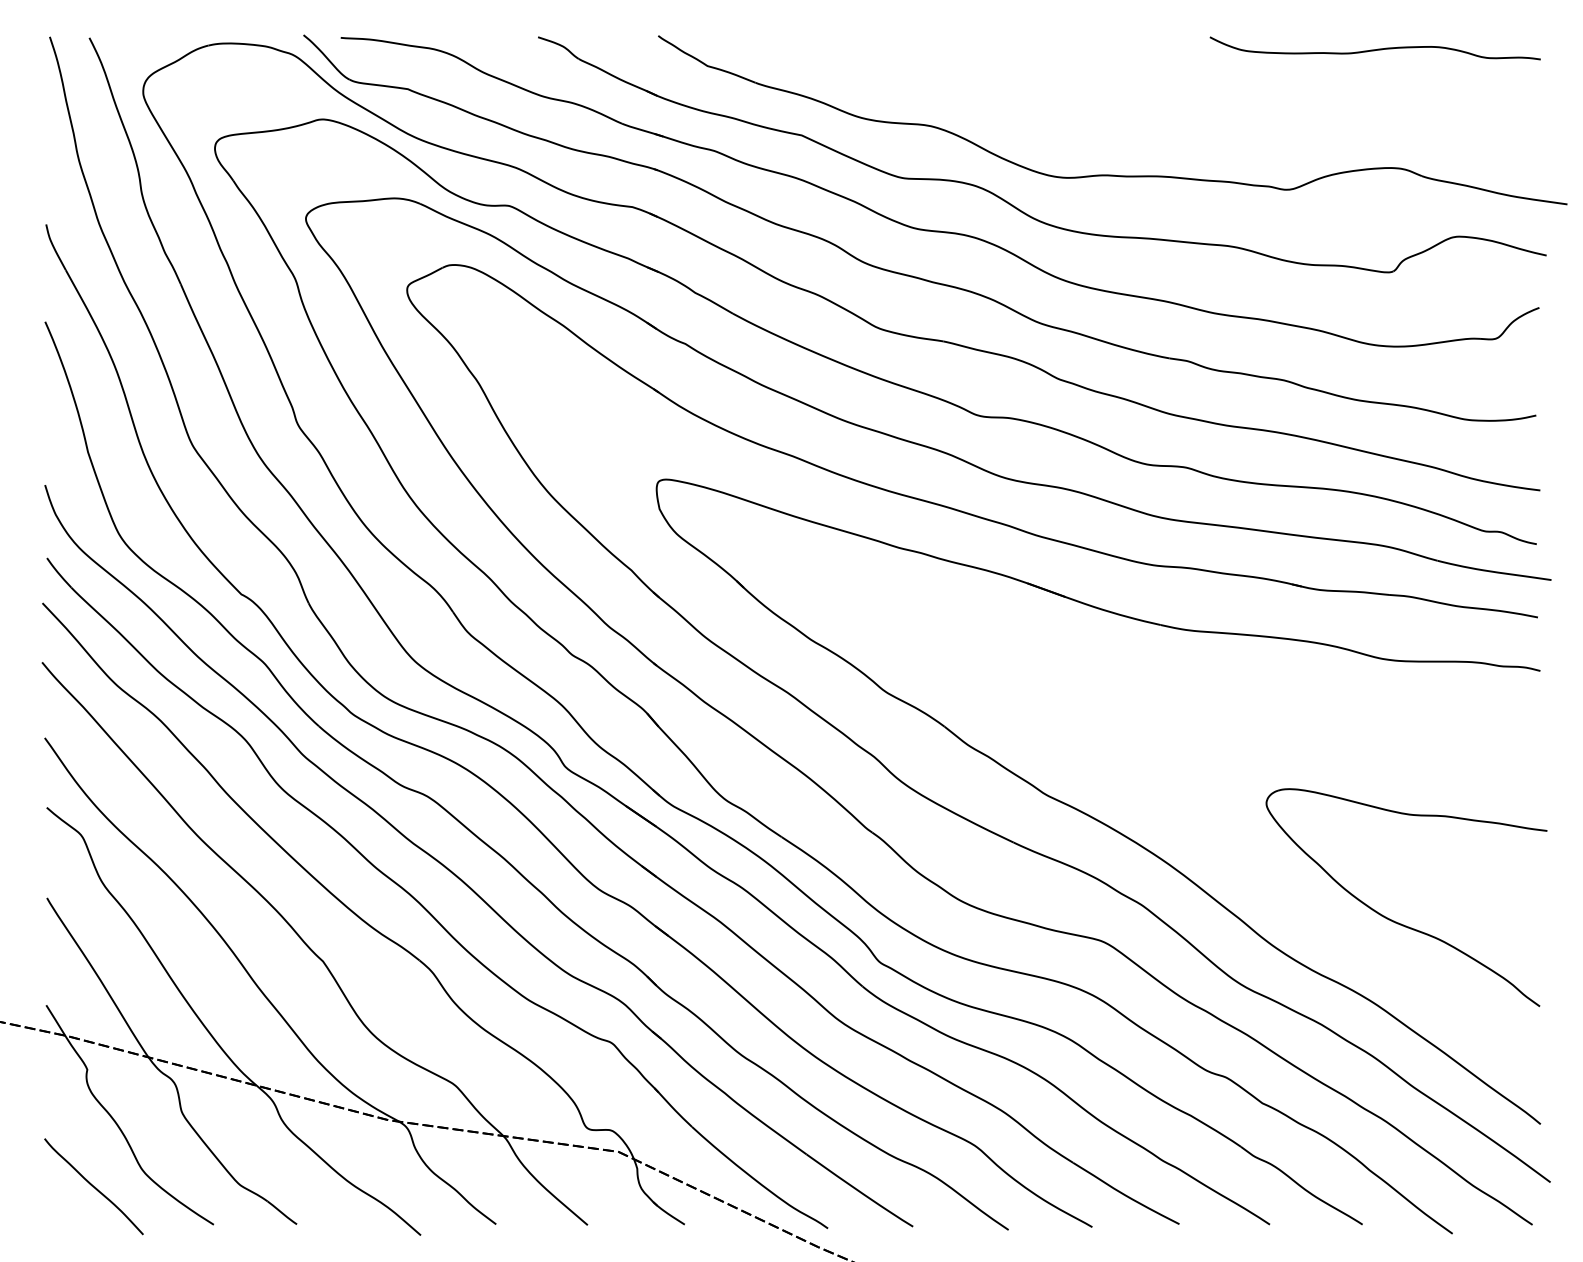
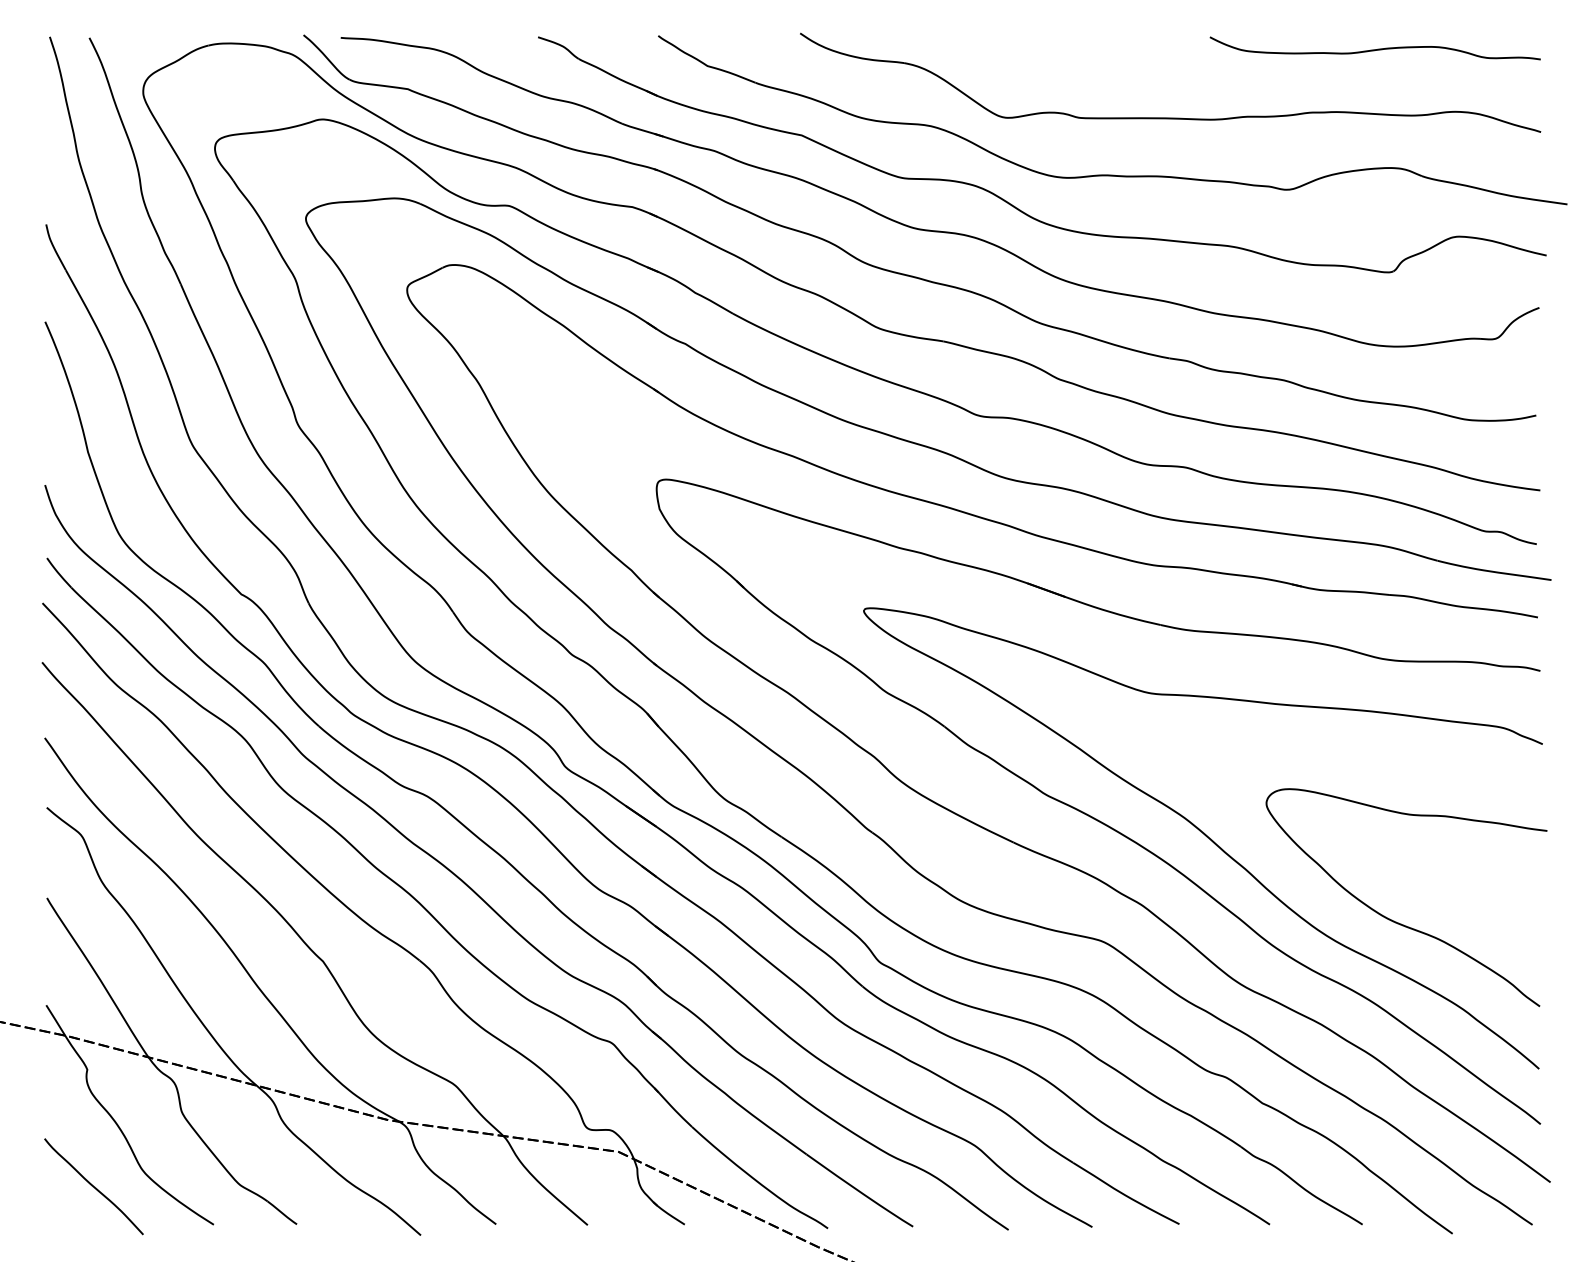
part at (1170, 117): none -> present
part at (1202, 838): none -> present
